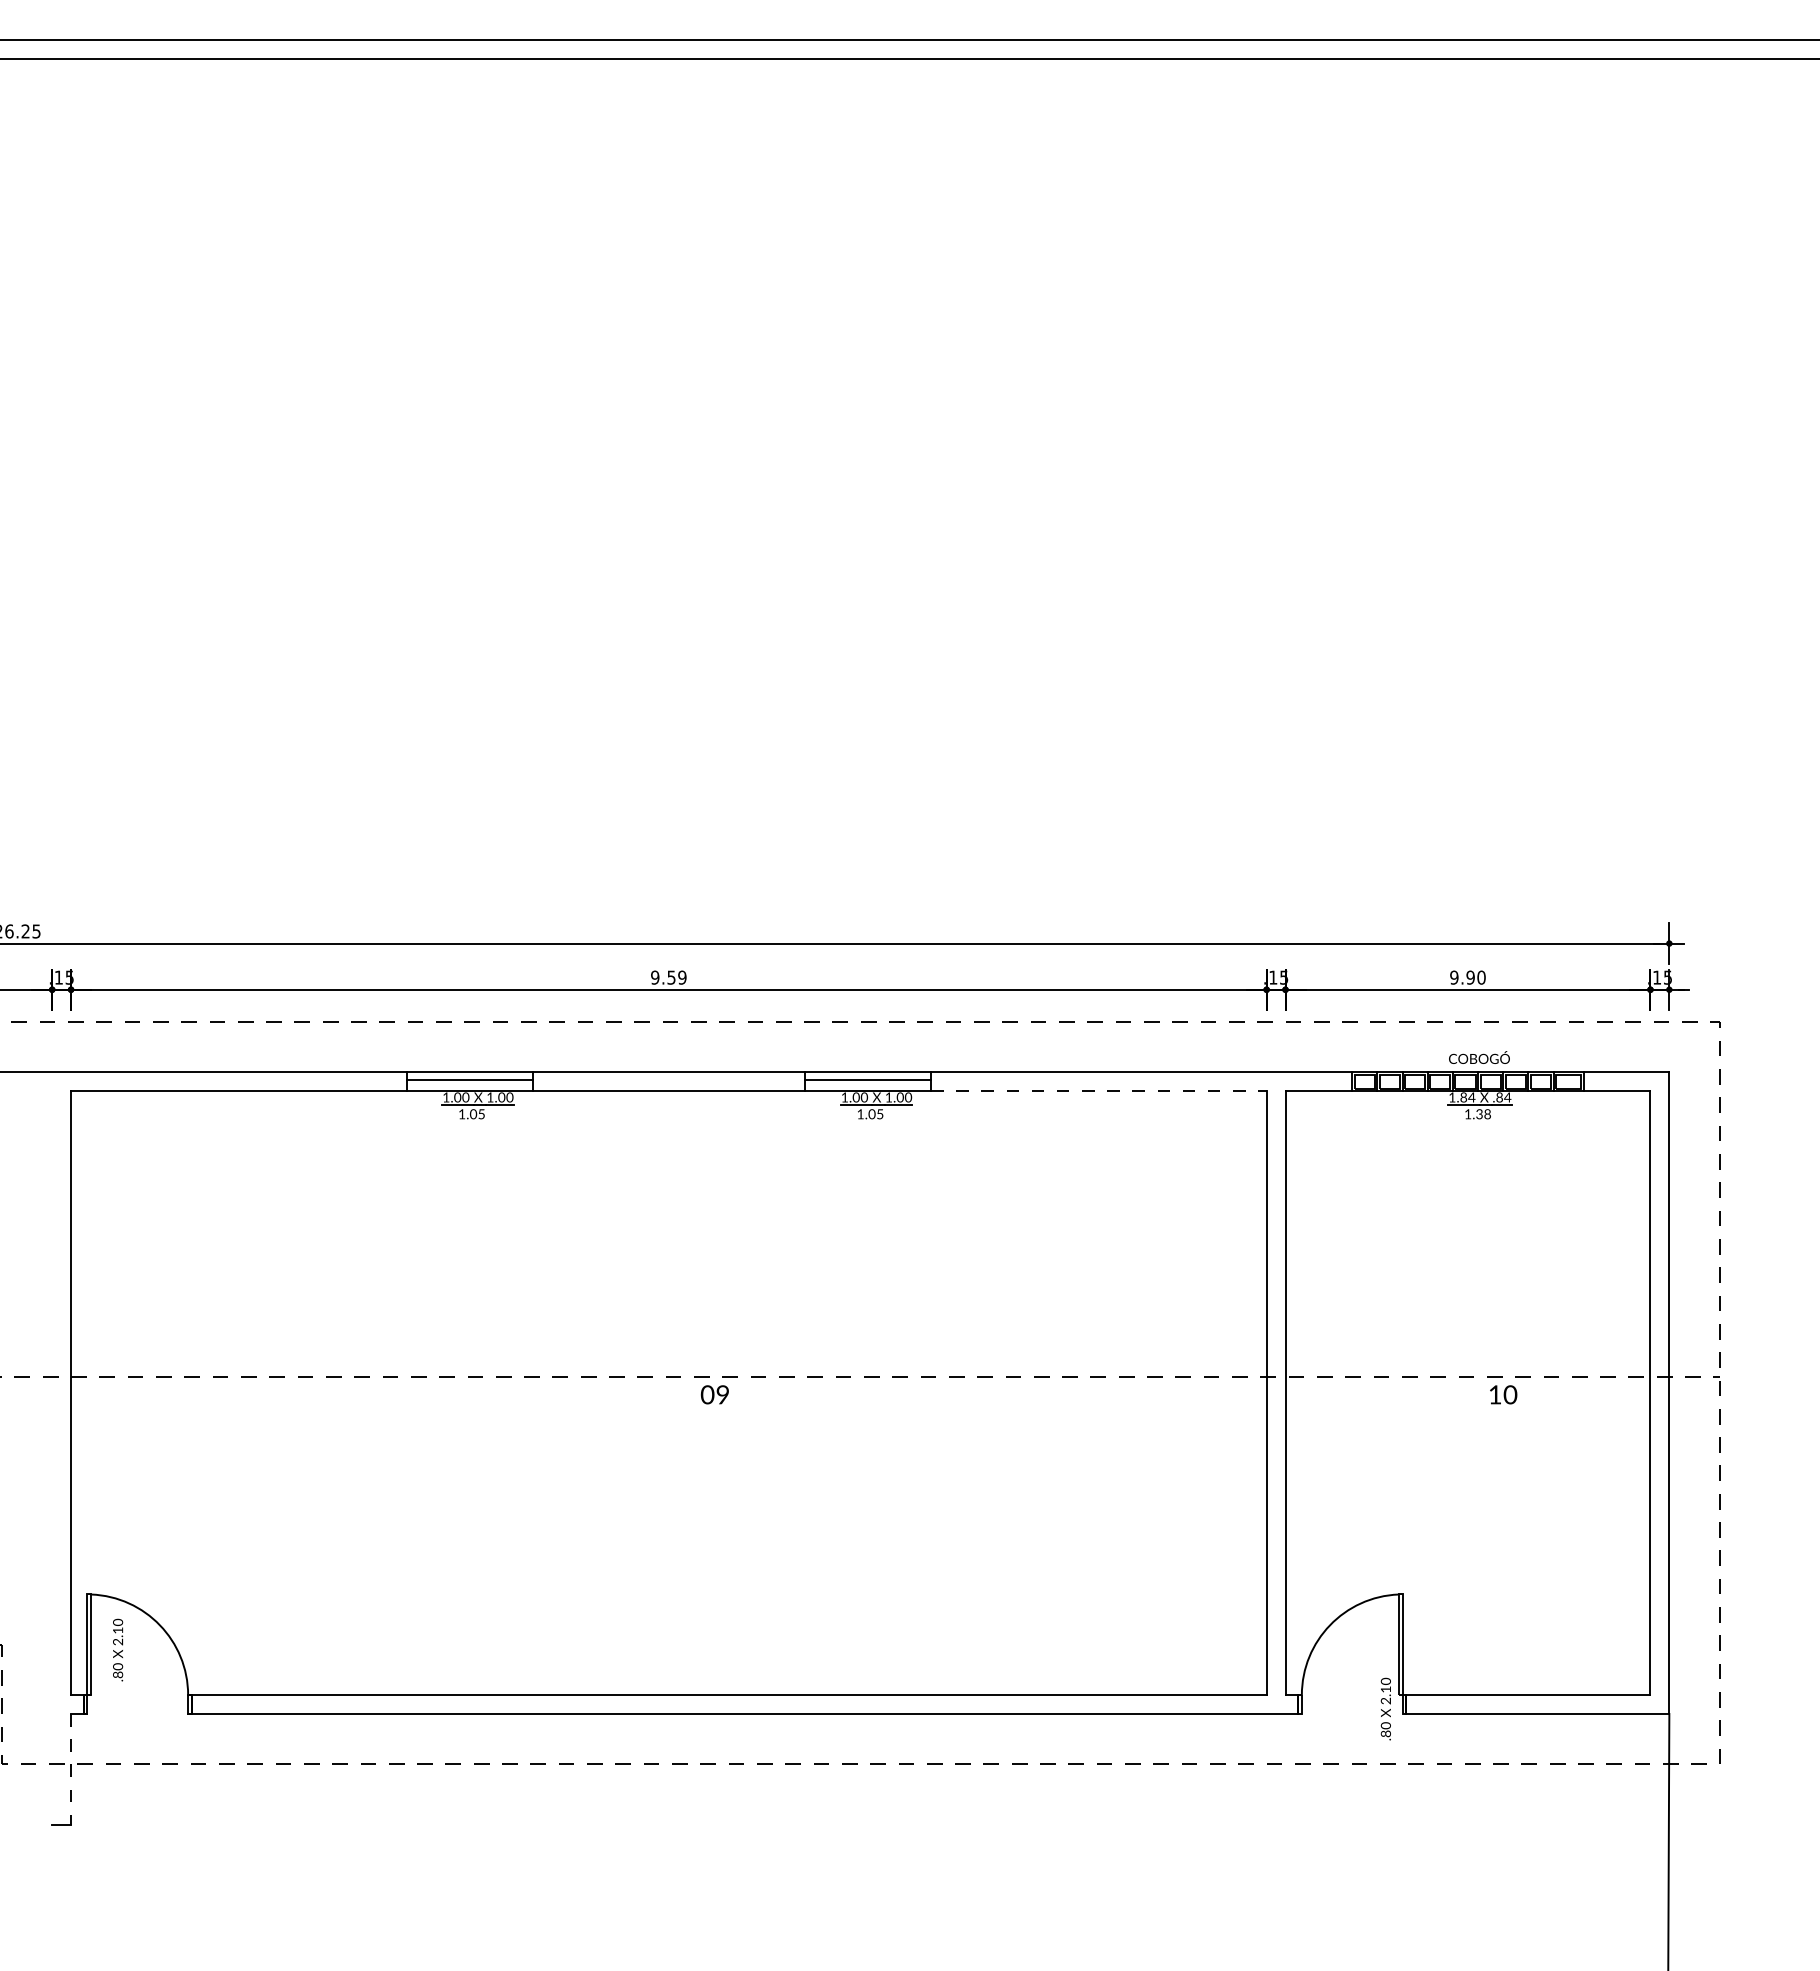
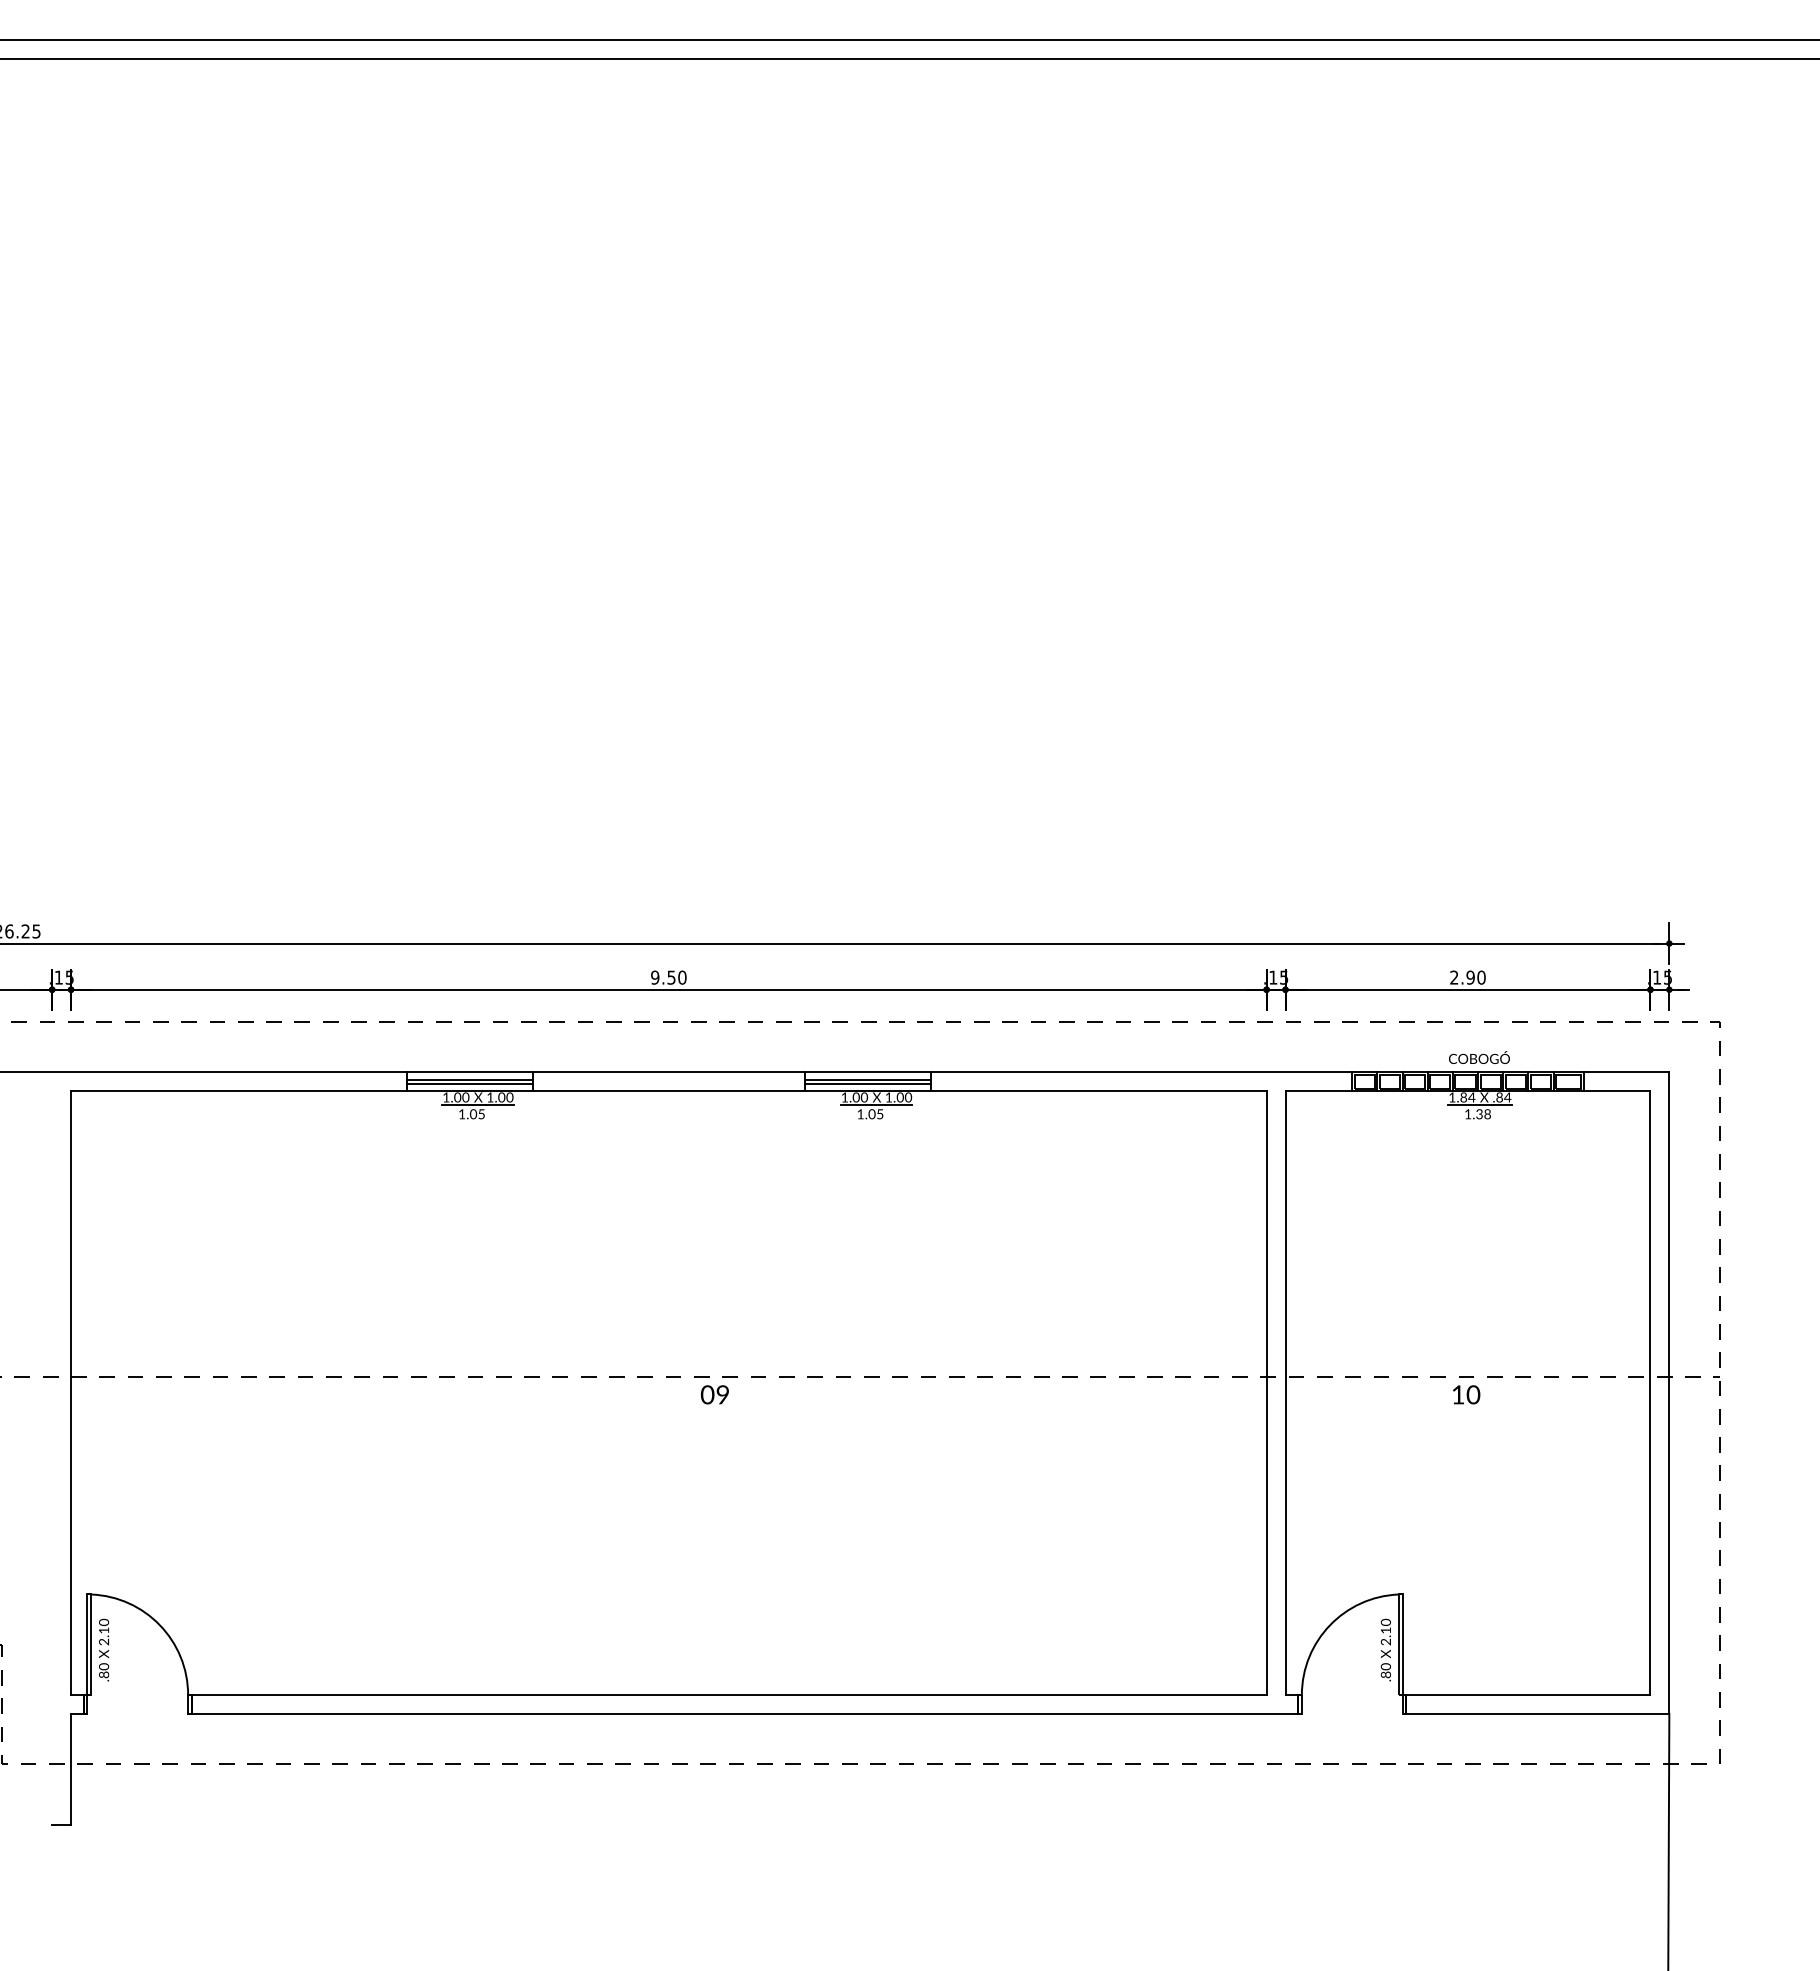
text at (682, 977): 9.59 -> 9.50
text at (1454, 977): 9.90 -> 2.90
line at (469, 1083): none -> present
line at (868, 1083): none -> present
line at (1098, 1091): dashed -> solid
text at (1503, 1394) position: (1503, 1394) -> (1466, 1394)
text at (118, 1649) position: (118, 1649) -> (104, 1649)
text at (1385, 1708) position: (1385, 1708) -> (1385, 1649)
line at (71, 1769): dashed -> solid
